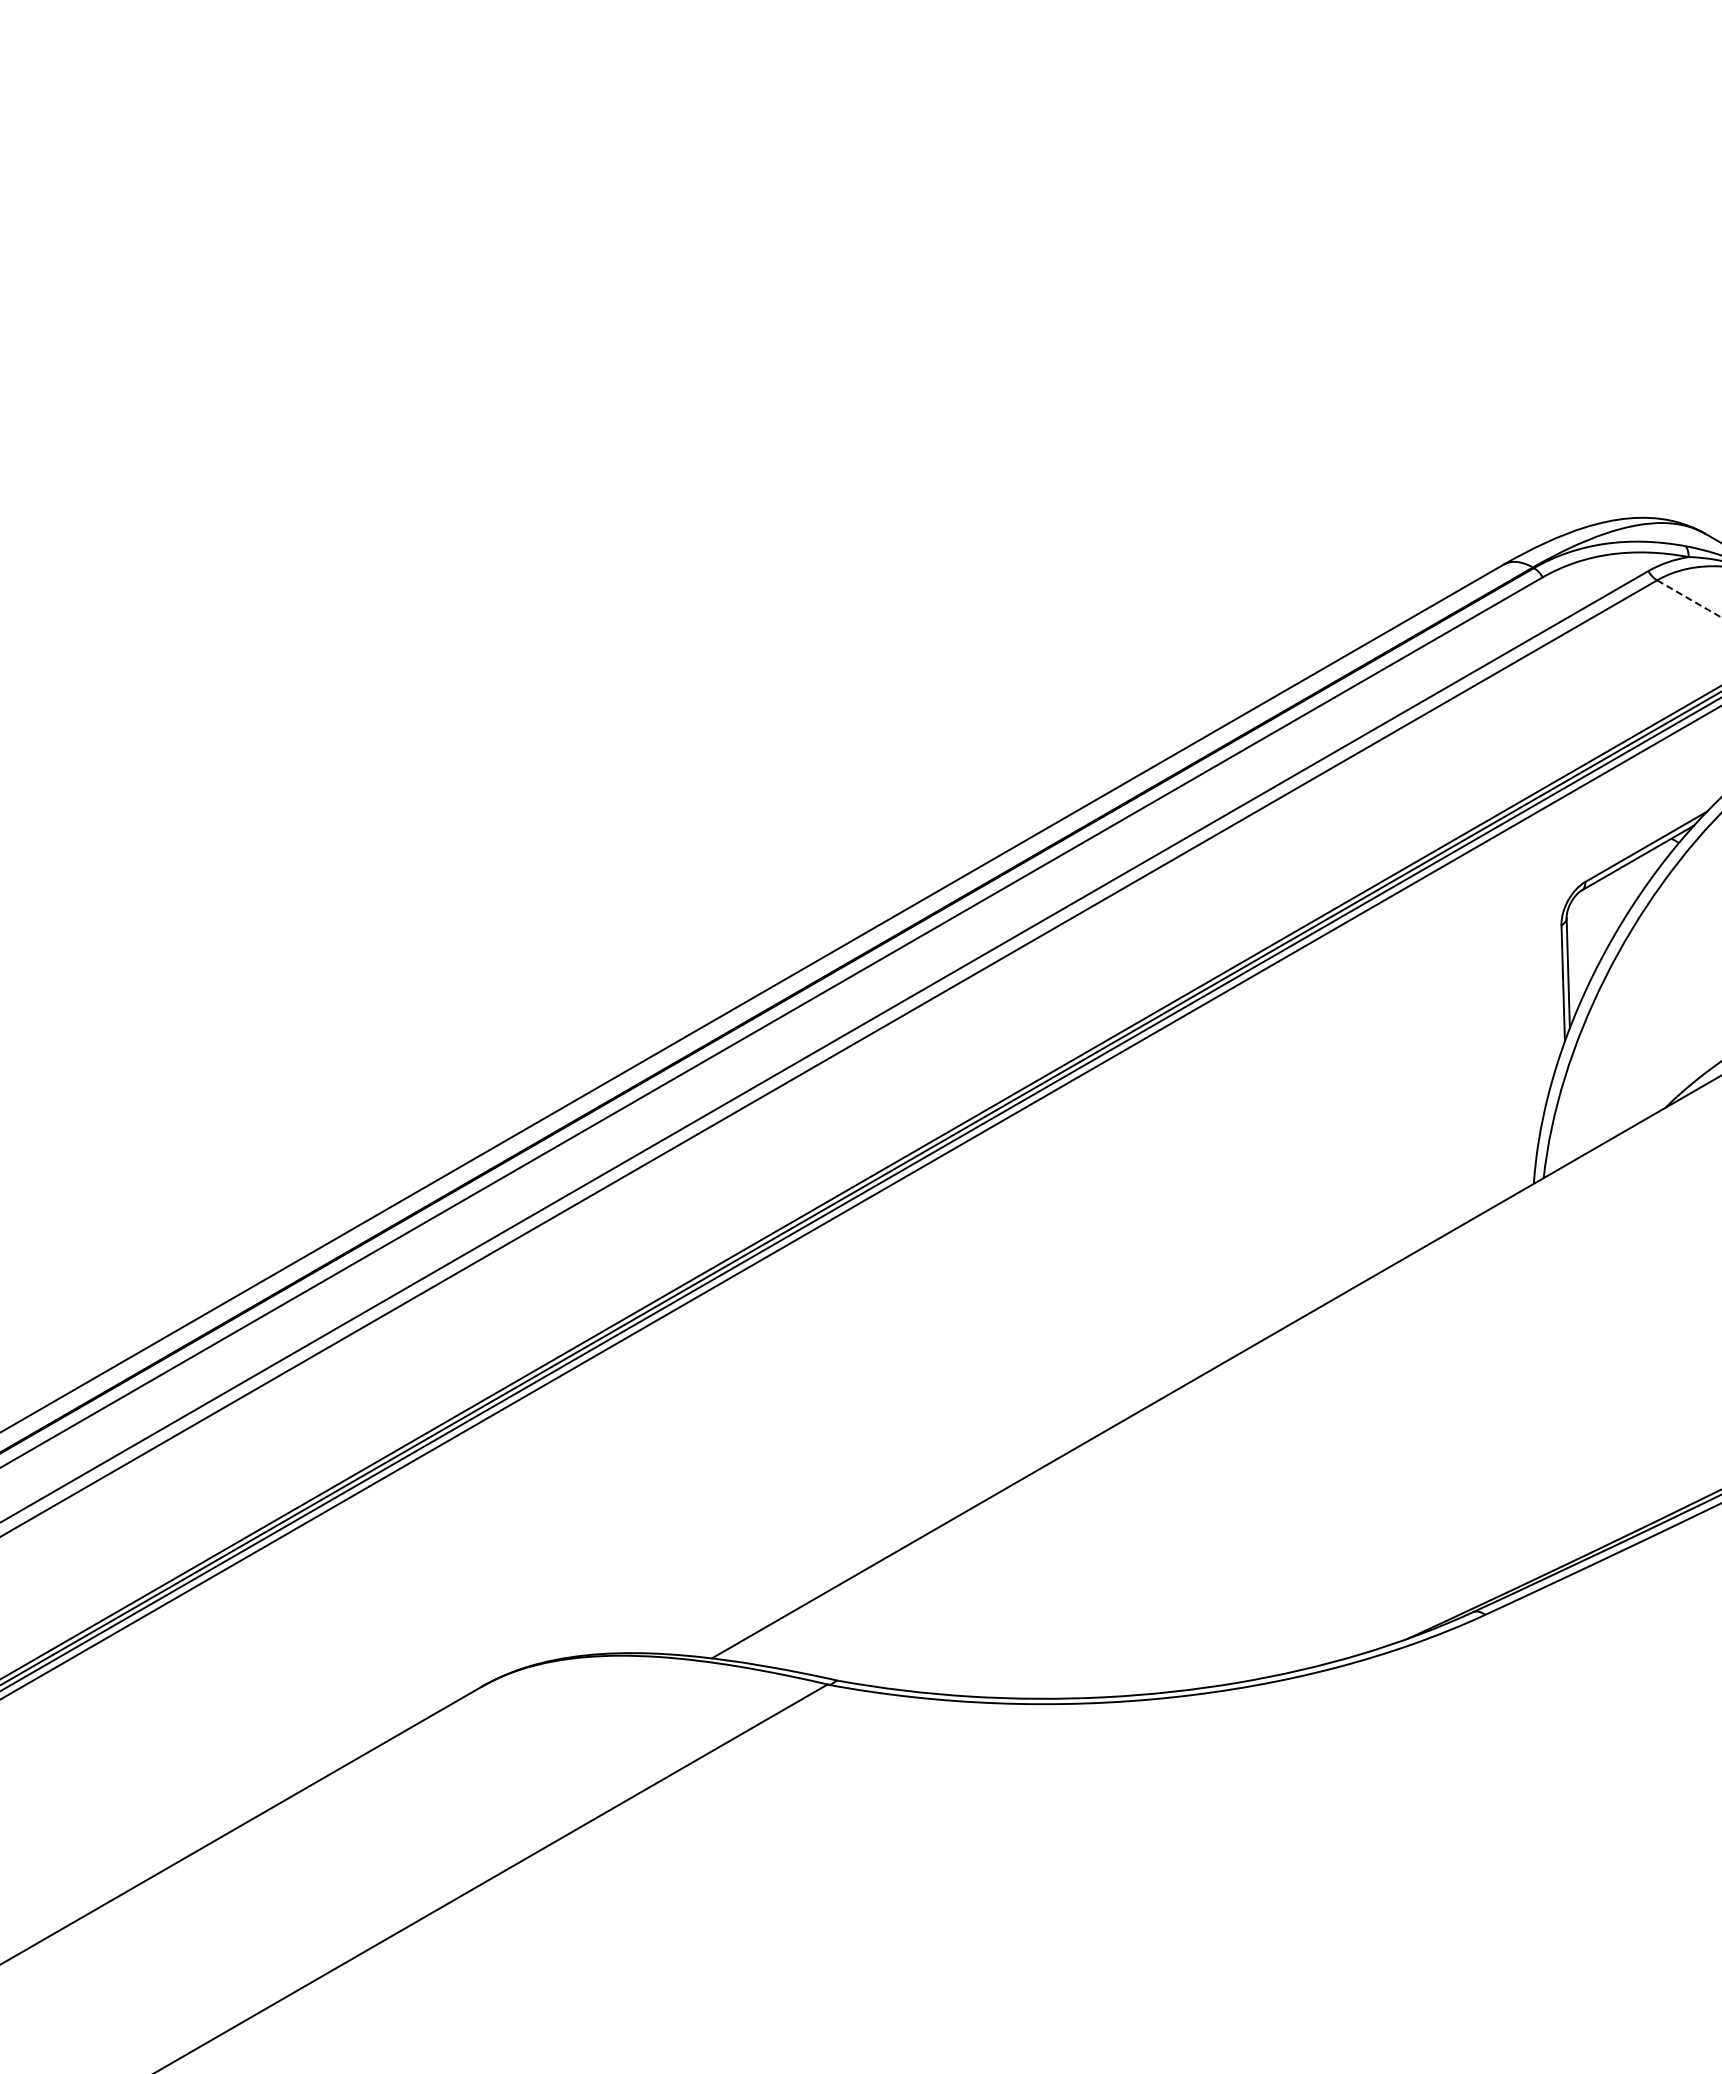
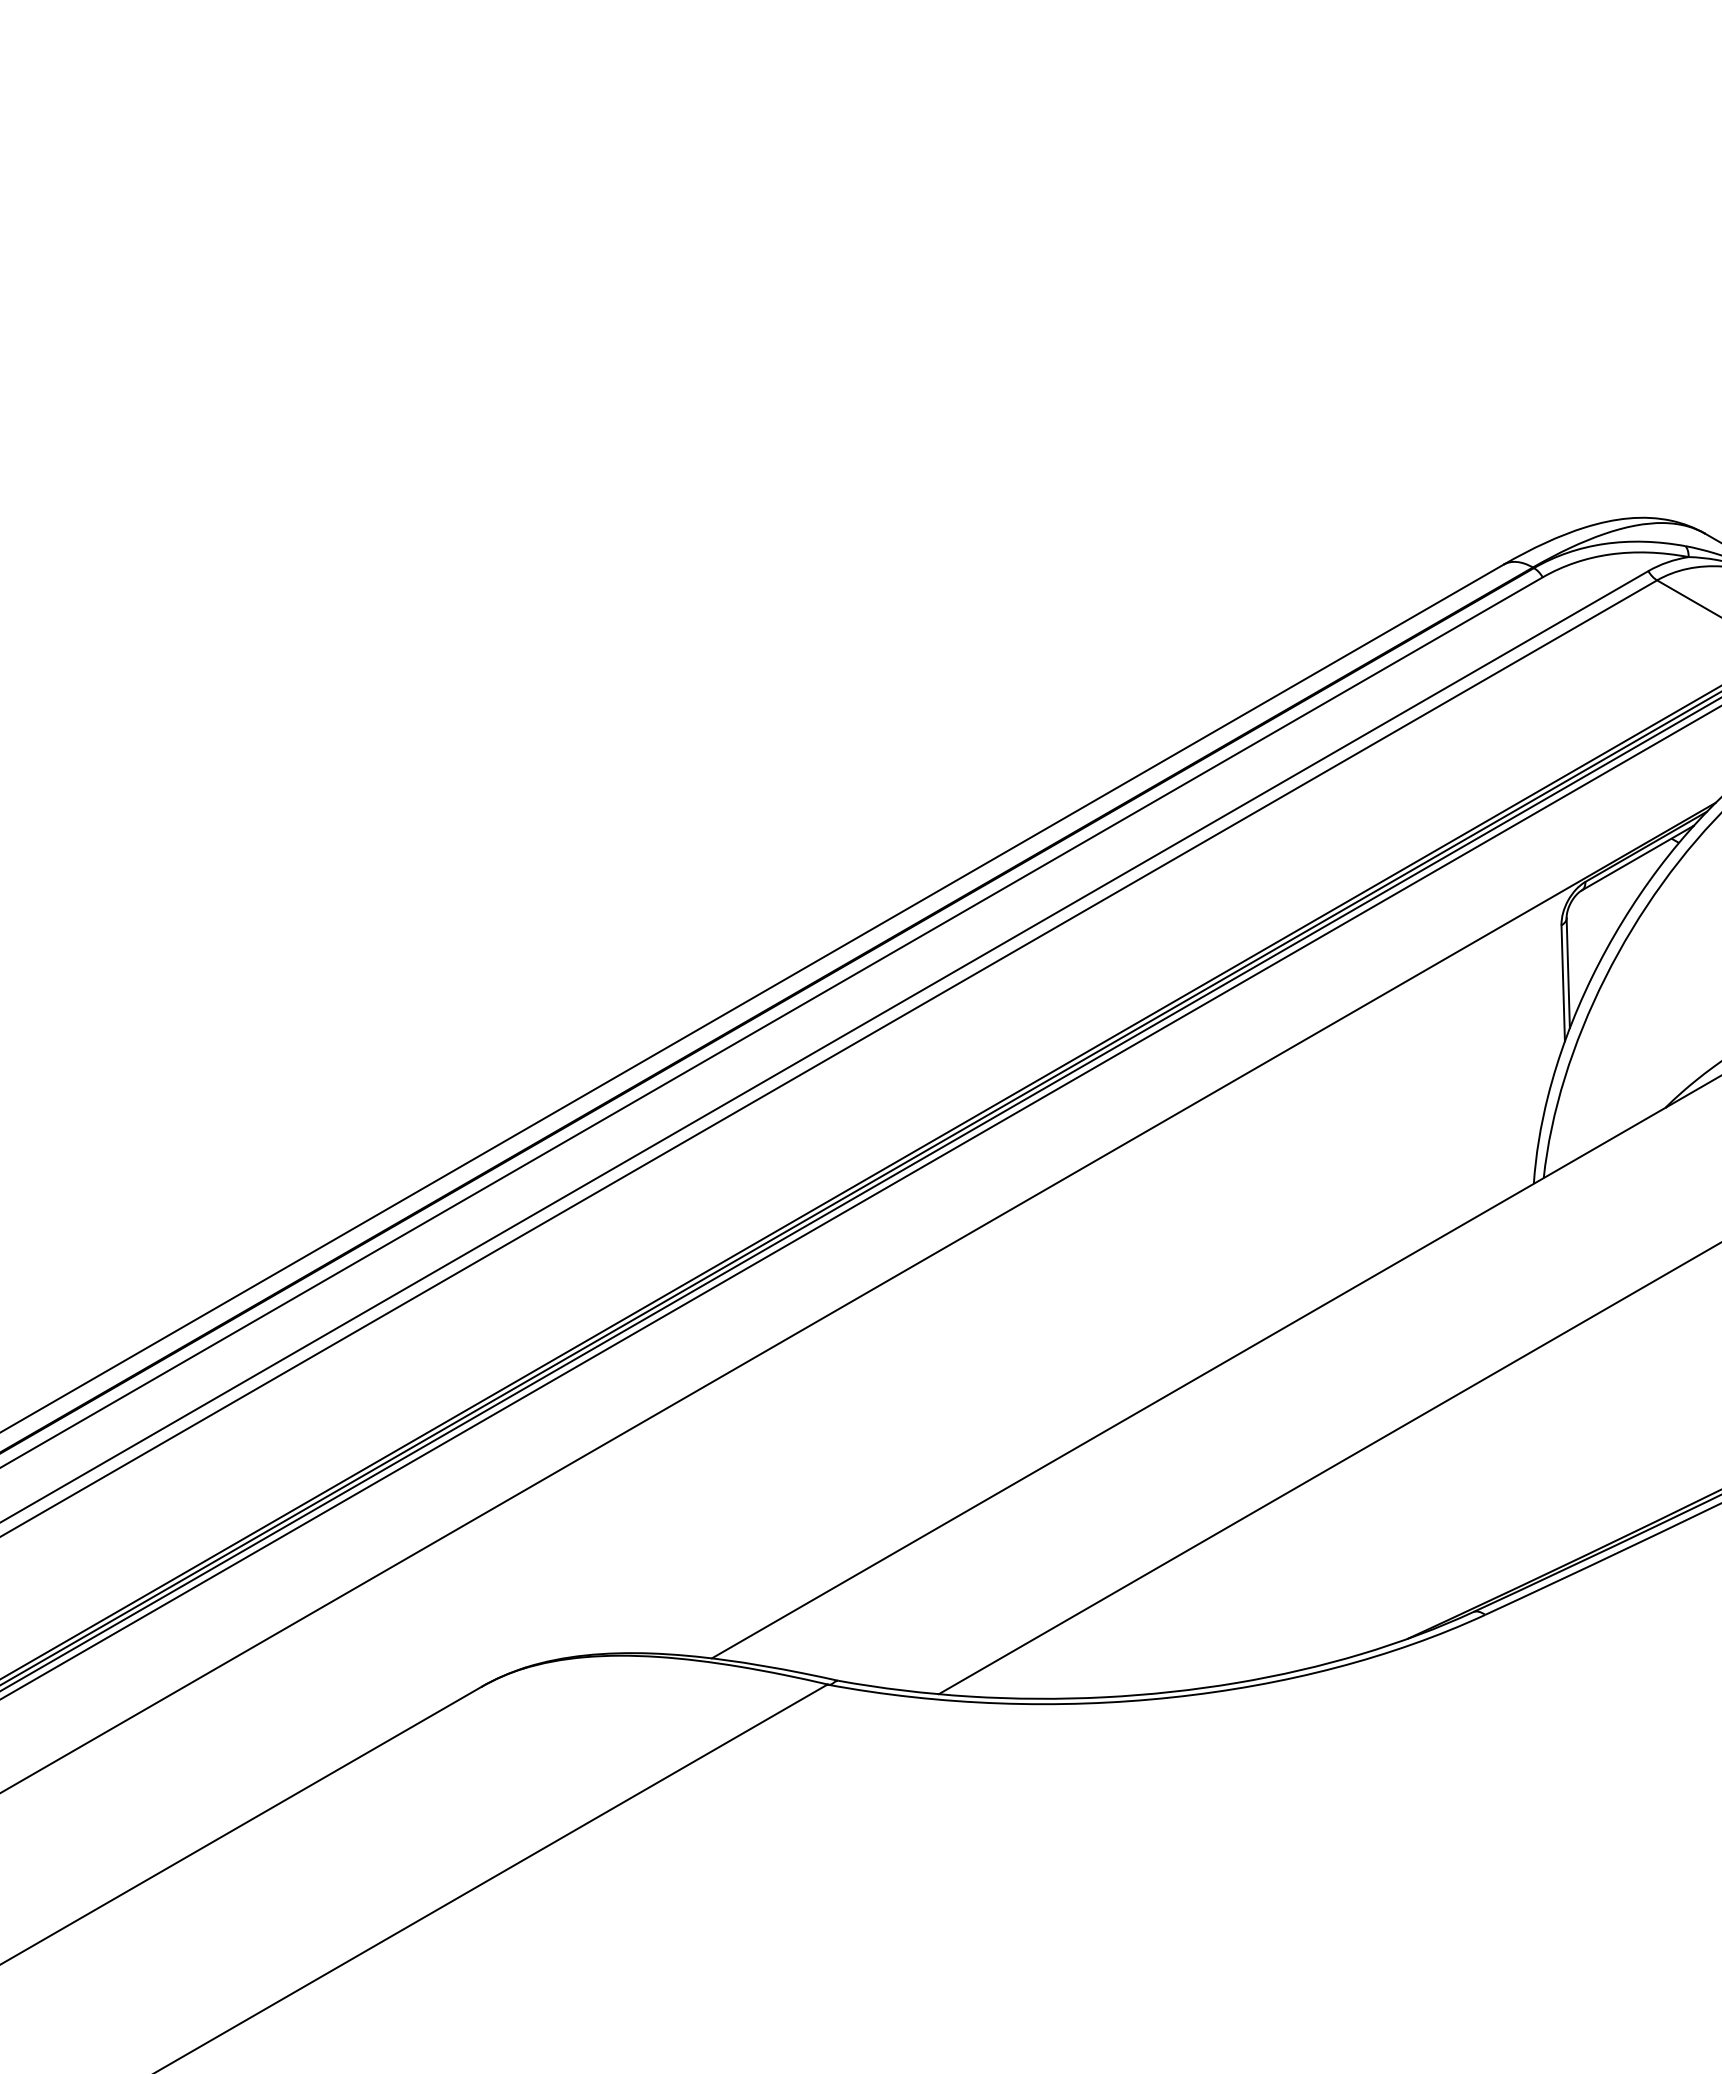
line at (1689, 599): dashed -> solid
line at (858, 1296): none -> present
line at (1328, 1469): none -> present
